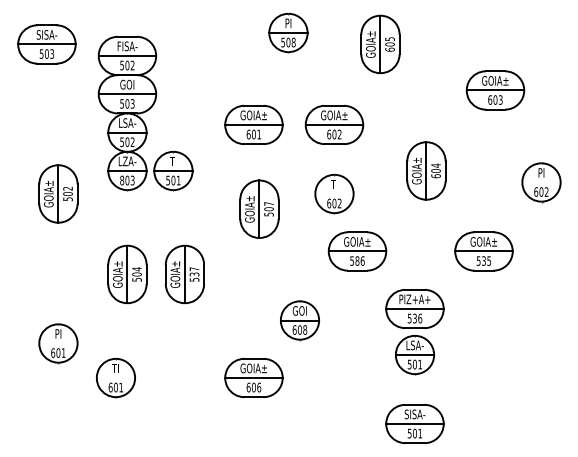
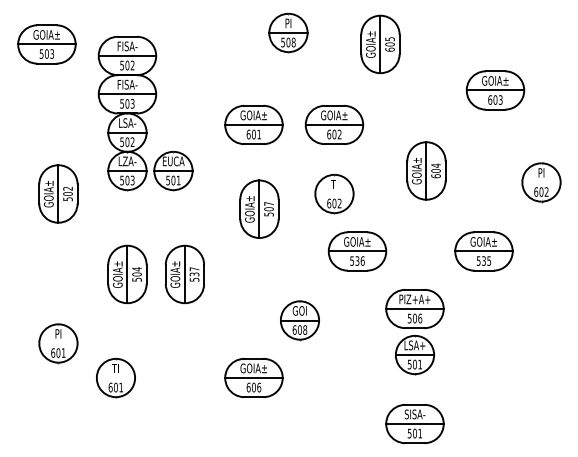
text at (46, 34): SISA- -> GOIA±
text at (127, 84): GOI -> FISA-
text at (173, 161): TI -> EUCA
text at (122, 180): 803 -> 503
text at (357, 260): 586 -> 536
text at (414, 318): 536 -> 506
text at (414, 345): LSA- -> LSA+
